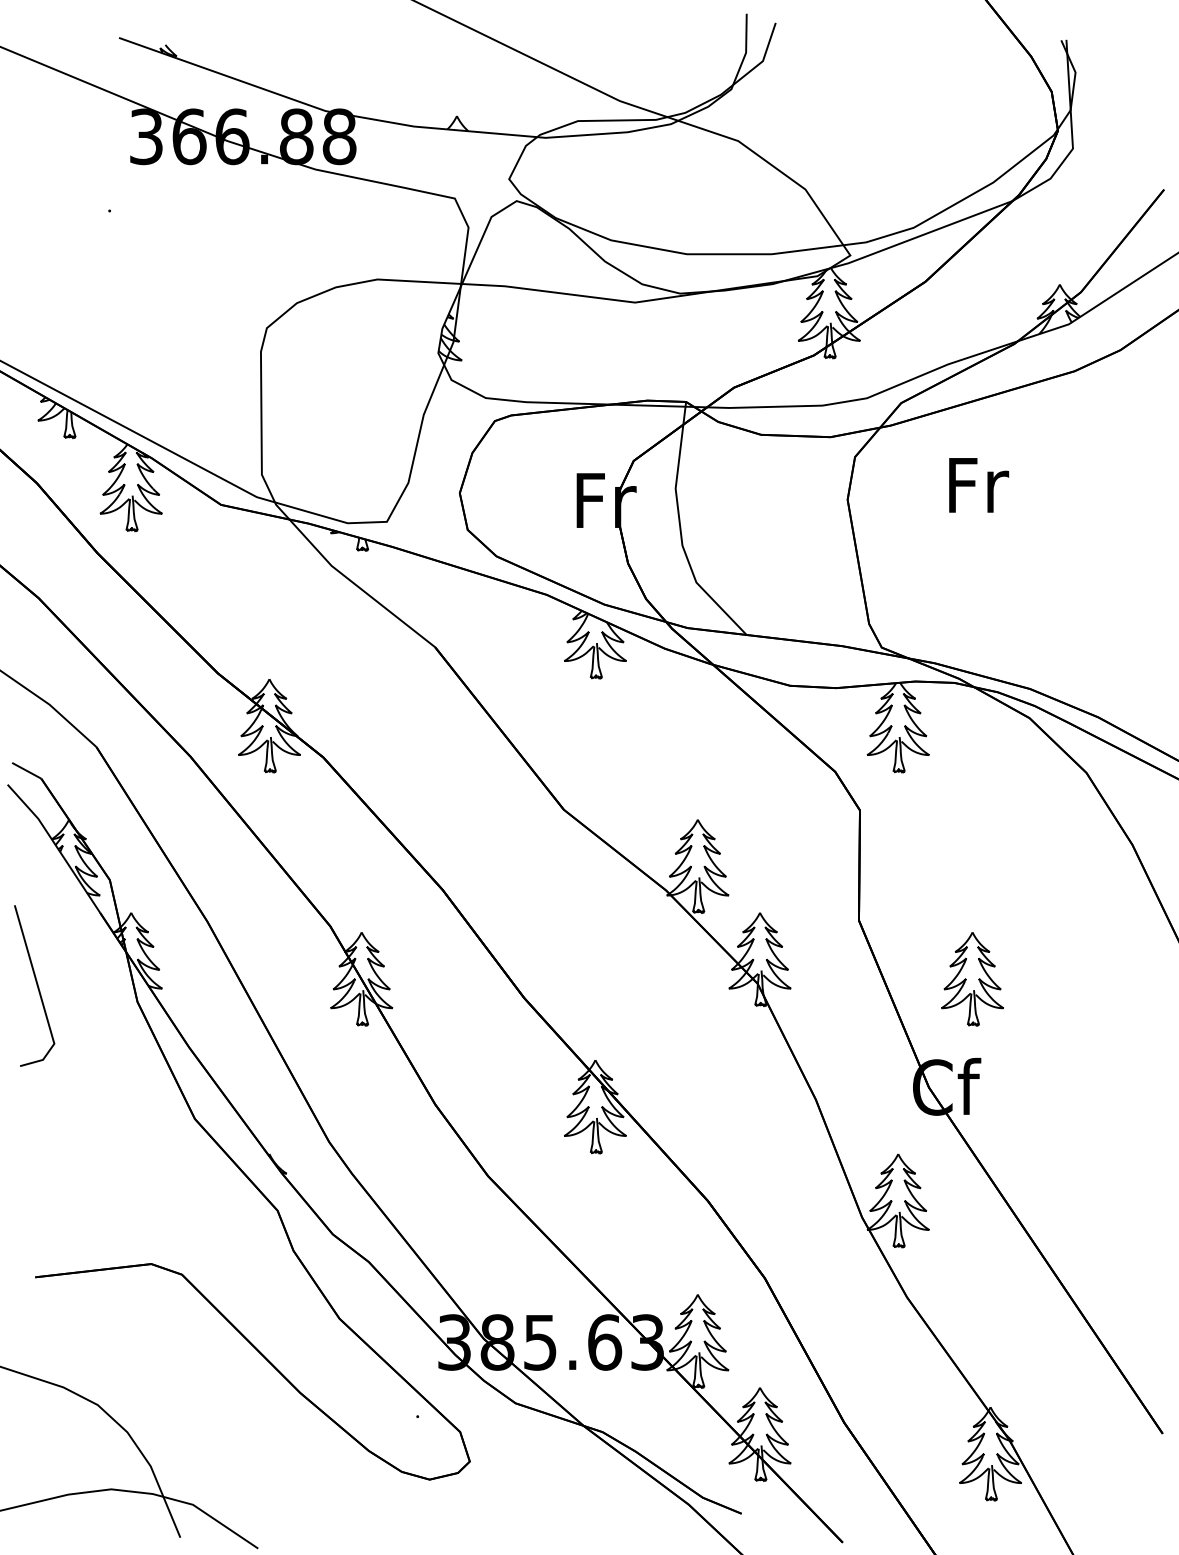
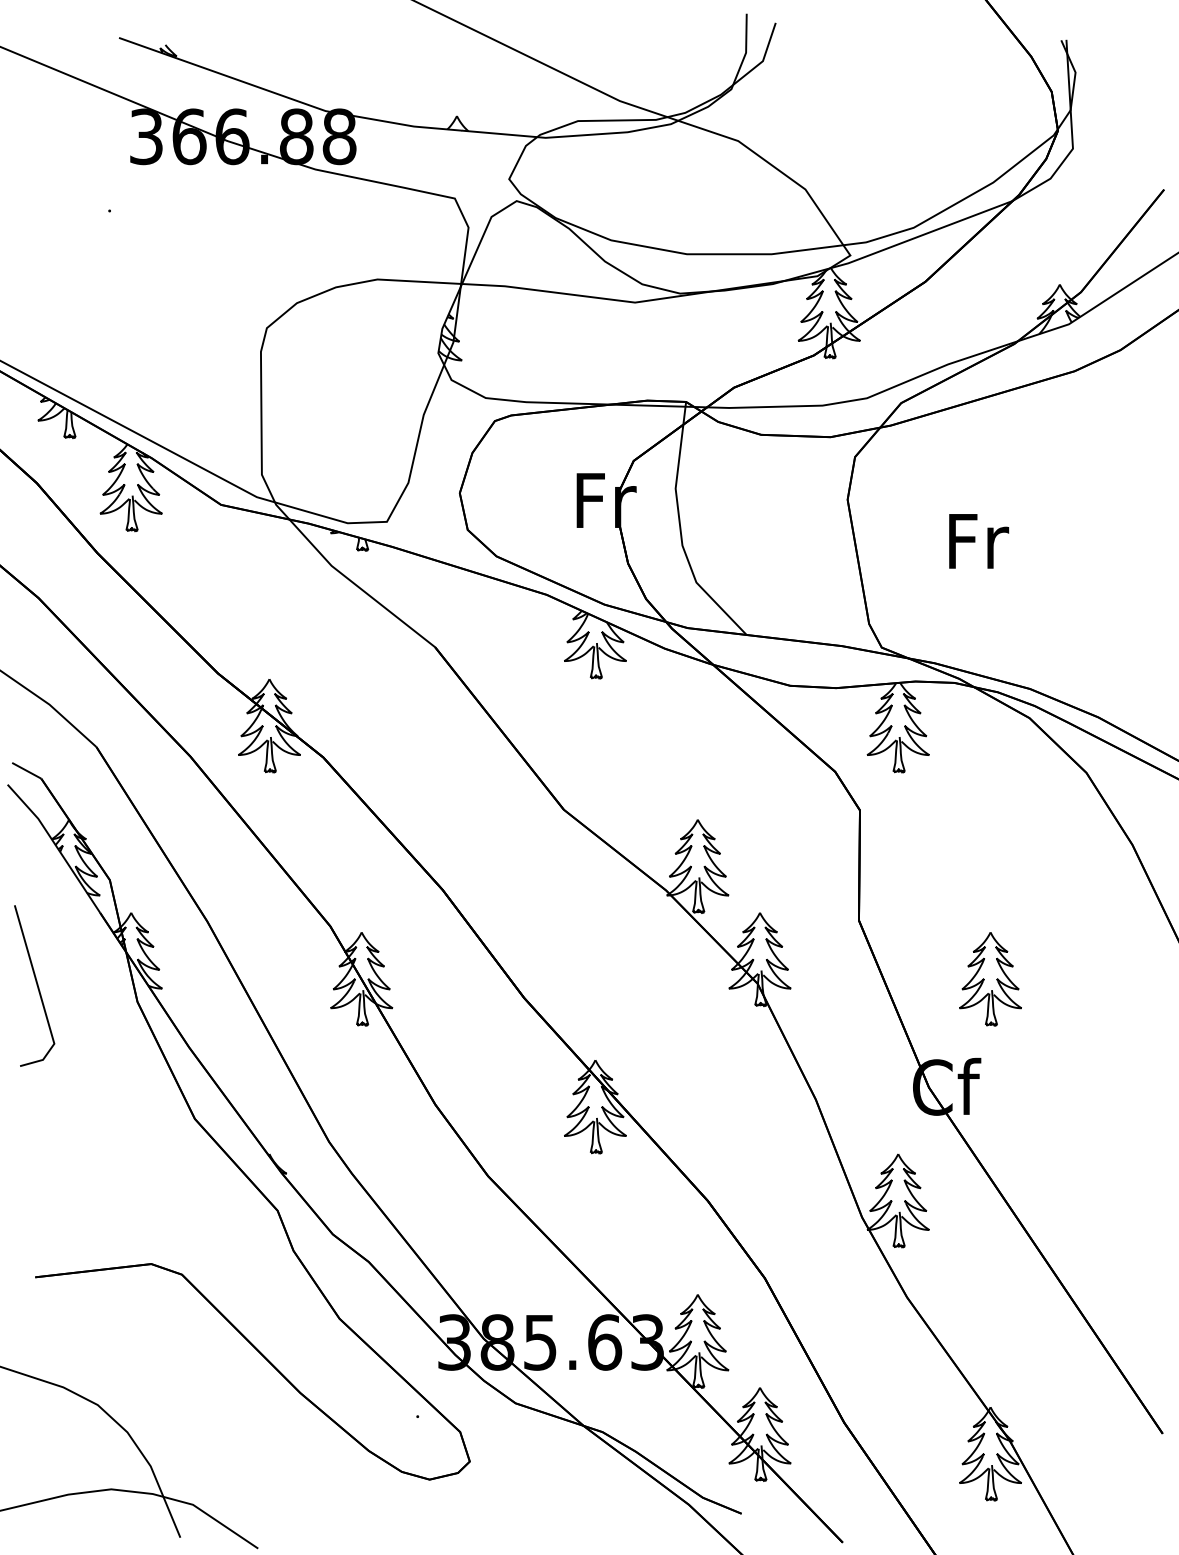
text at (979, 485) position: (979, 485) -> (979, 541)
part at (972, 979) position: (972, 979) -> (990, 979)
